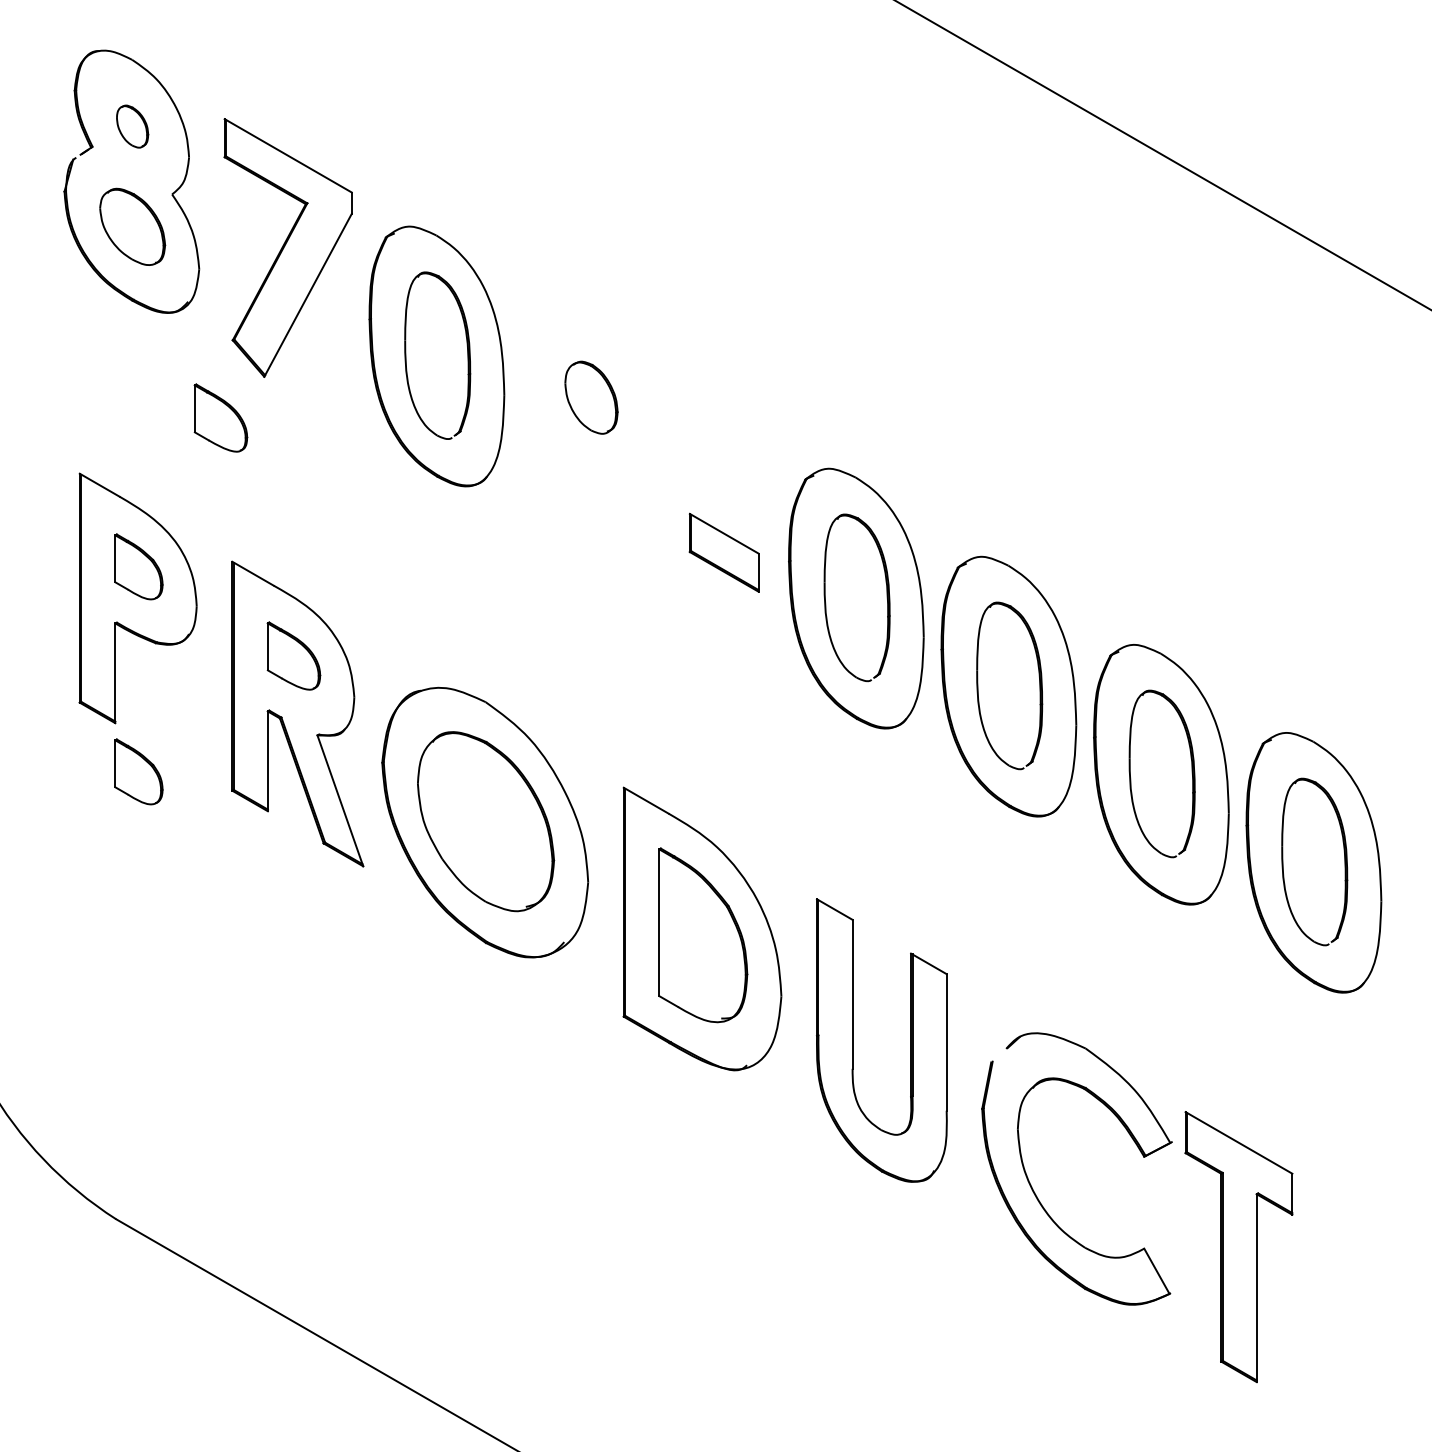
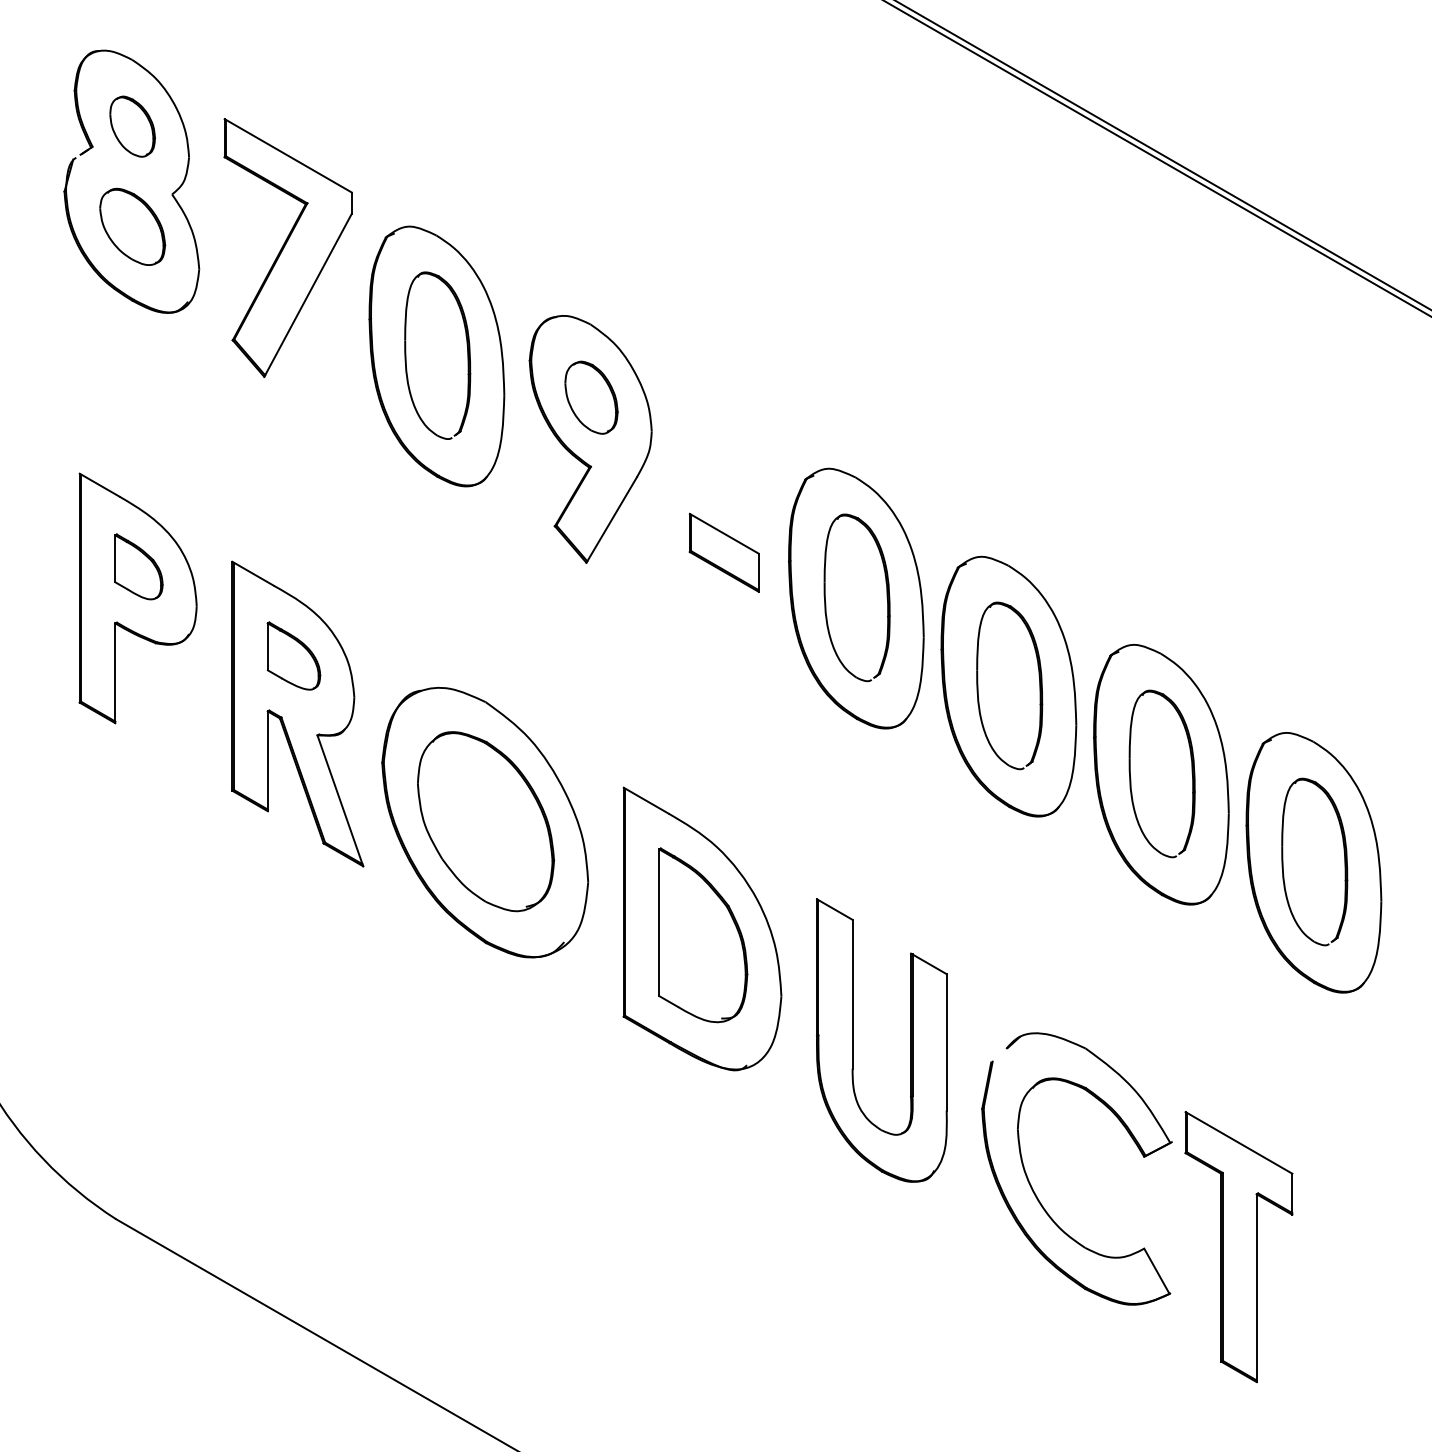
part at (132, 126) size: 34x45 px -> 47x63 px
line at (1157, 158): none -> present
part at (220, 417): present -> none
part at (590, 439): none -> present
part at (138, 771): present -> none
